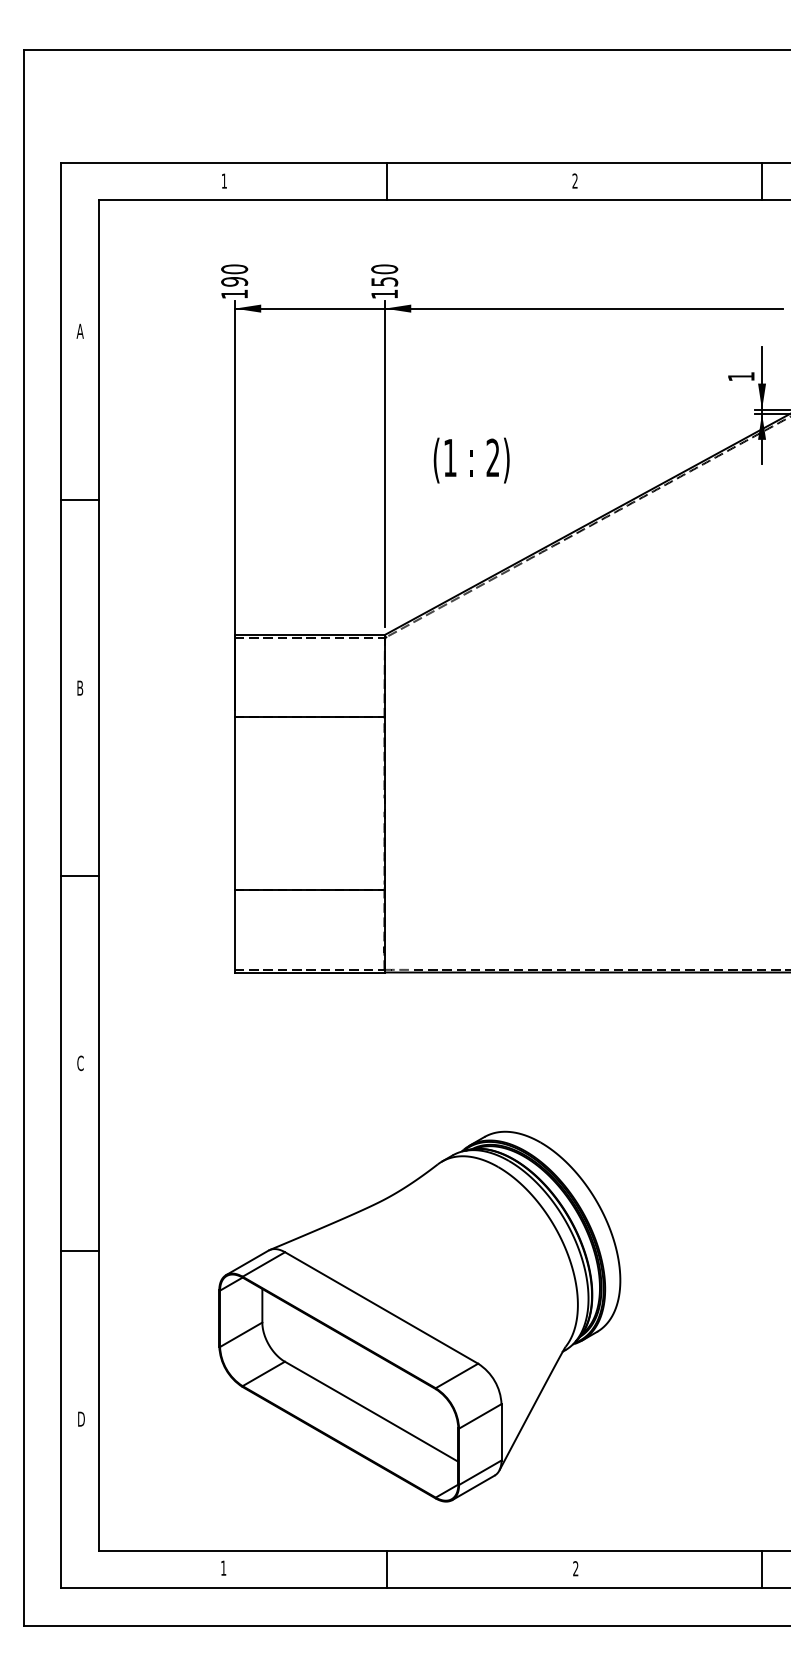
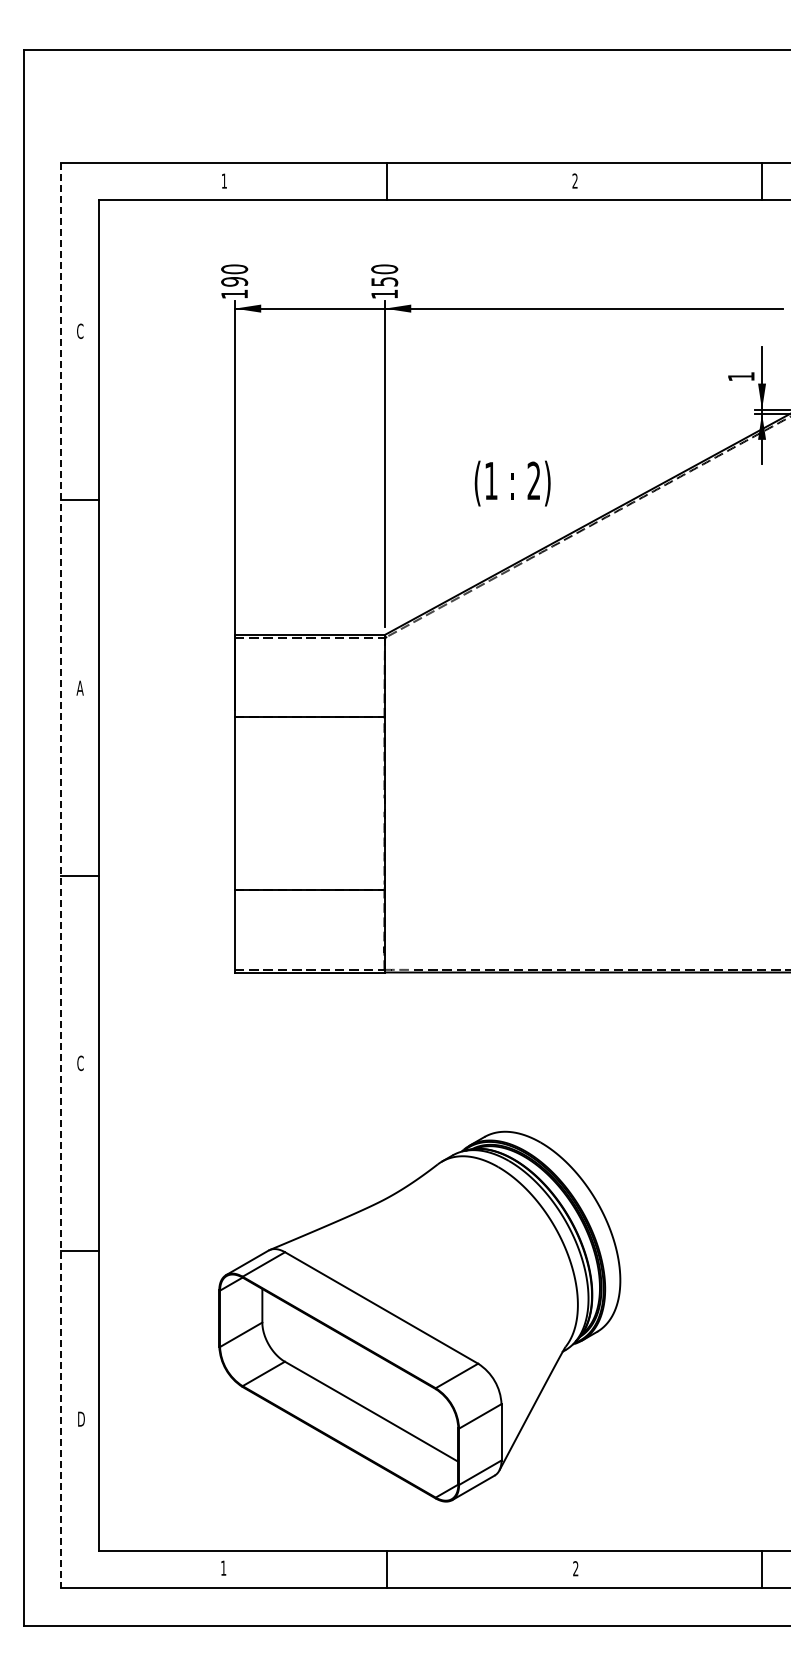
text at (79, 330): A -> C
text at (471, 460) position: (471, 460) -> (512, 483)
text at (79, 687): B -> A
line at (61, 875): solid -> dashed
